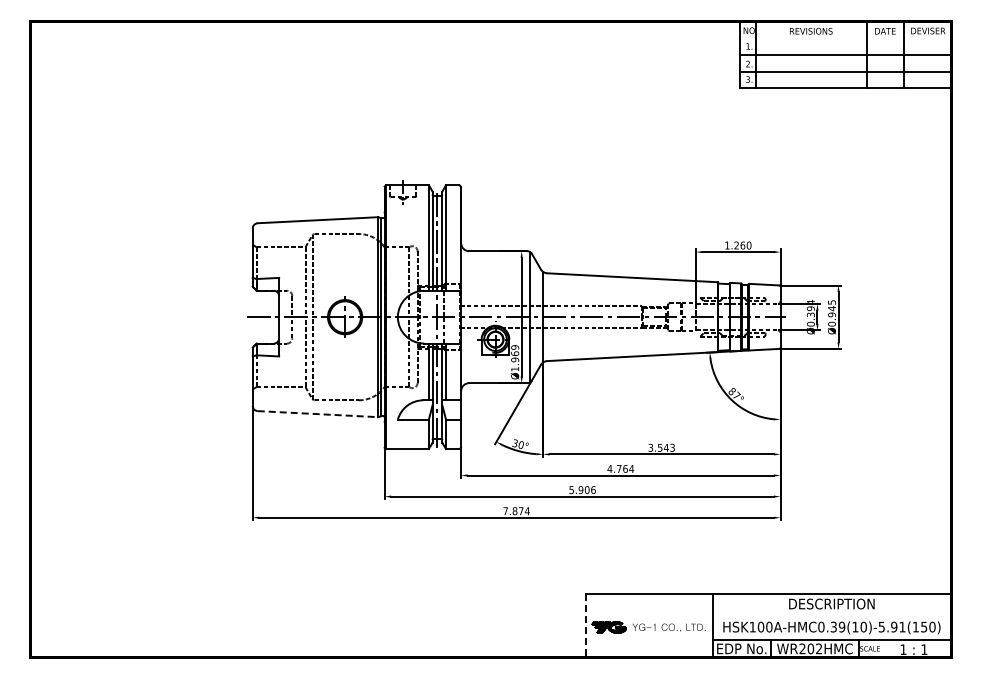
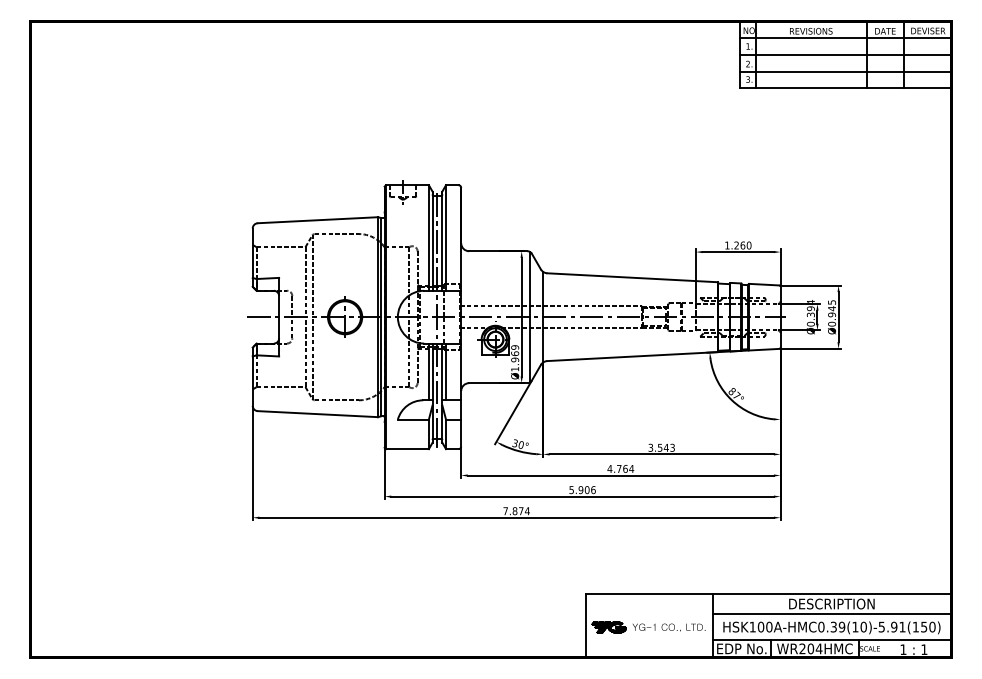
line at (845, 38): none -> present
line at (318, 414): dashed -> solid
line at (831, 613): none -> present
line at (586, 625): dashed -> solid
text at (818, 648): WR202HMC -> WR204HMC
